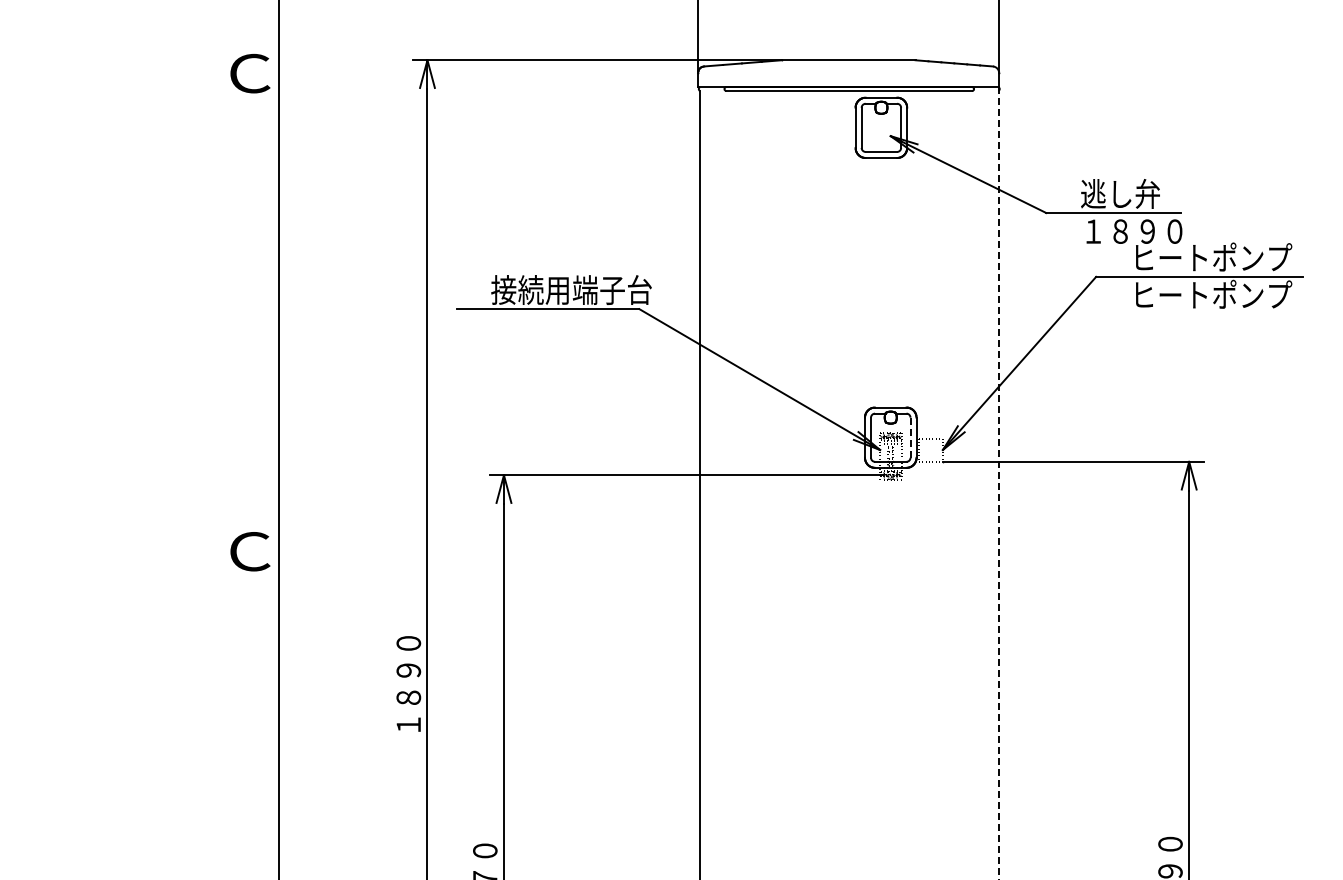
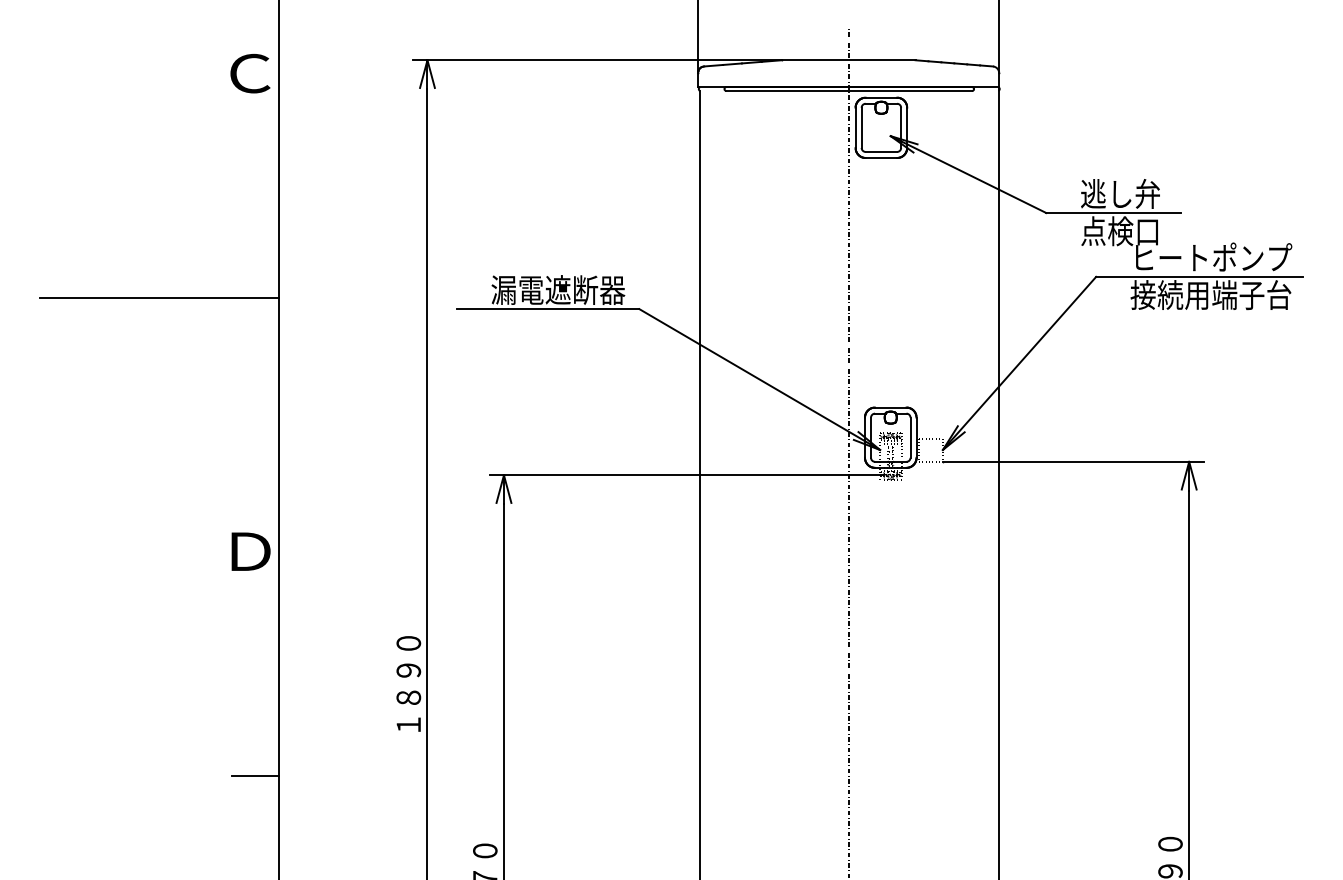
text at (1131, 231): １８９０ -> 点検口
text at (571, 290): 接続用端子台 -> 漏電遮断器
text at (1211, 294): ヒートポンプ -> 接続用端子台
line at (159, 298): none -> present
line at (910, 437): dashed -> solid
line at (849, 451): none -> present
line at (998, 483): dashed -> solid
text at (250, 551): Ｃ -> Ｄ
line at (255, 776): none -> present
